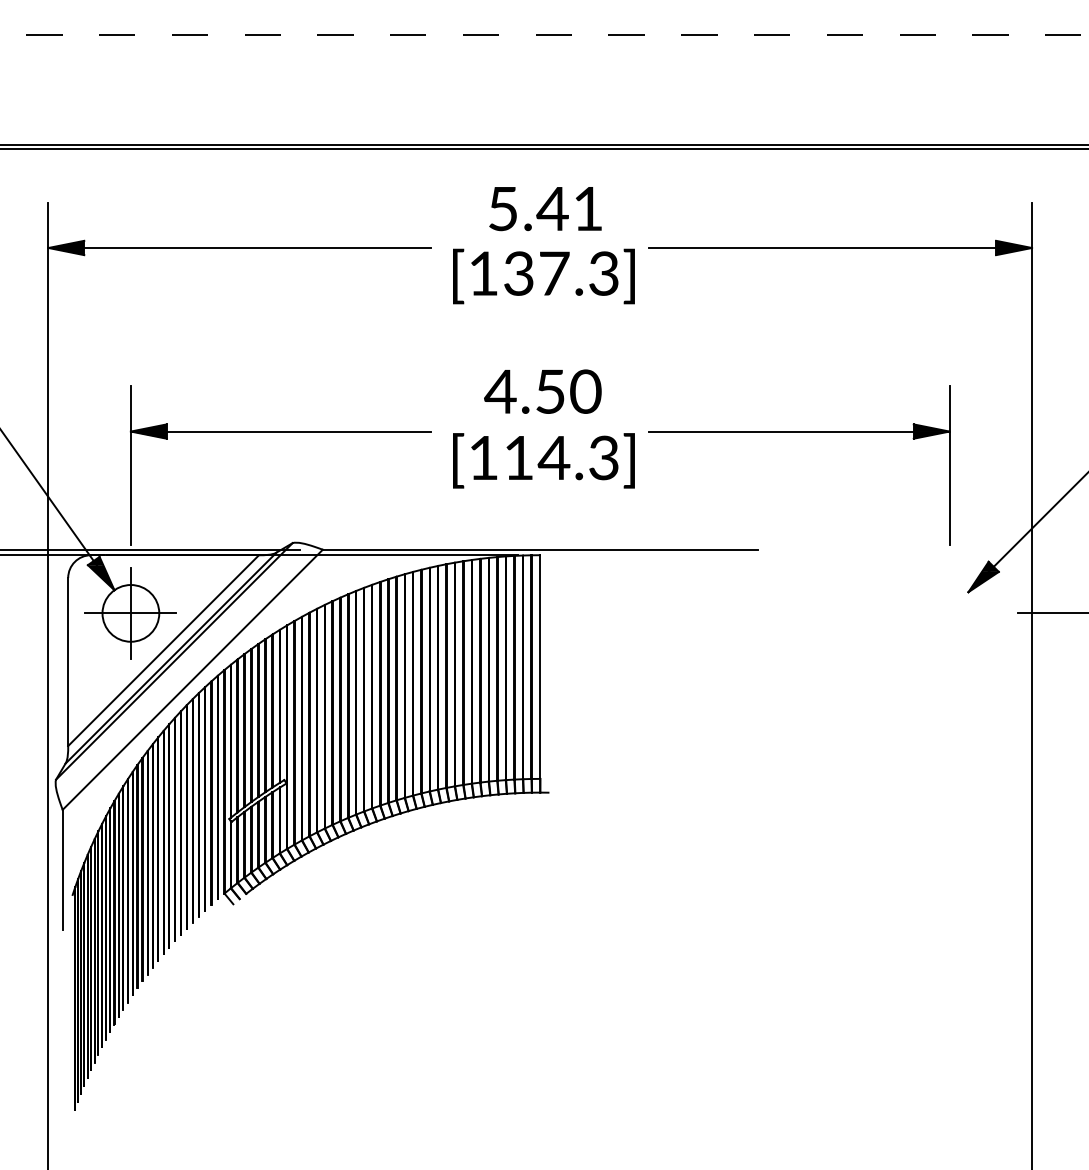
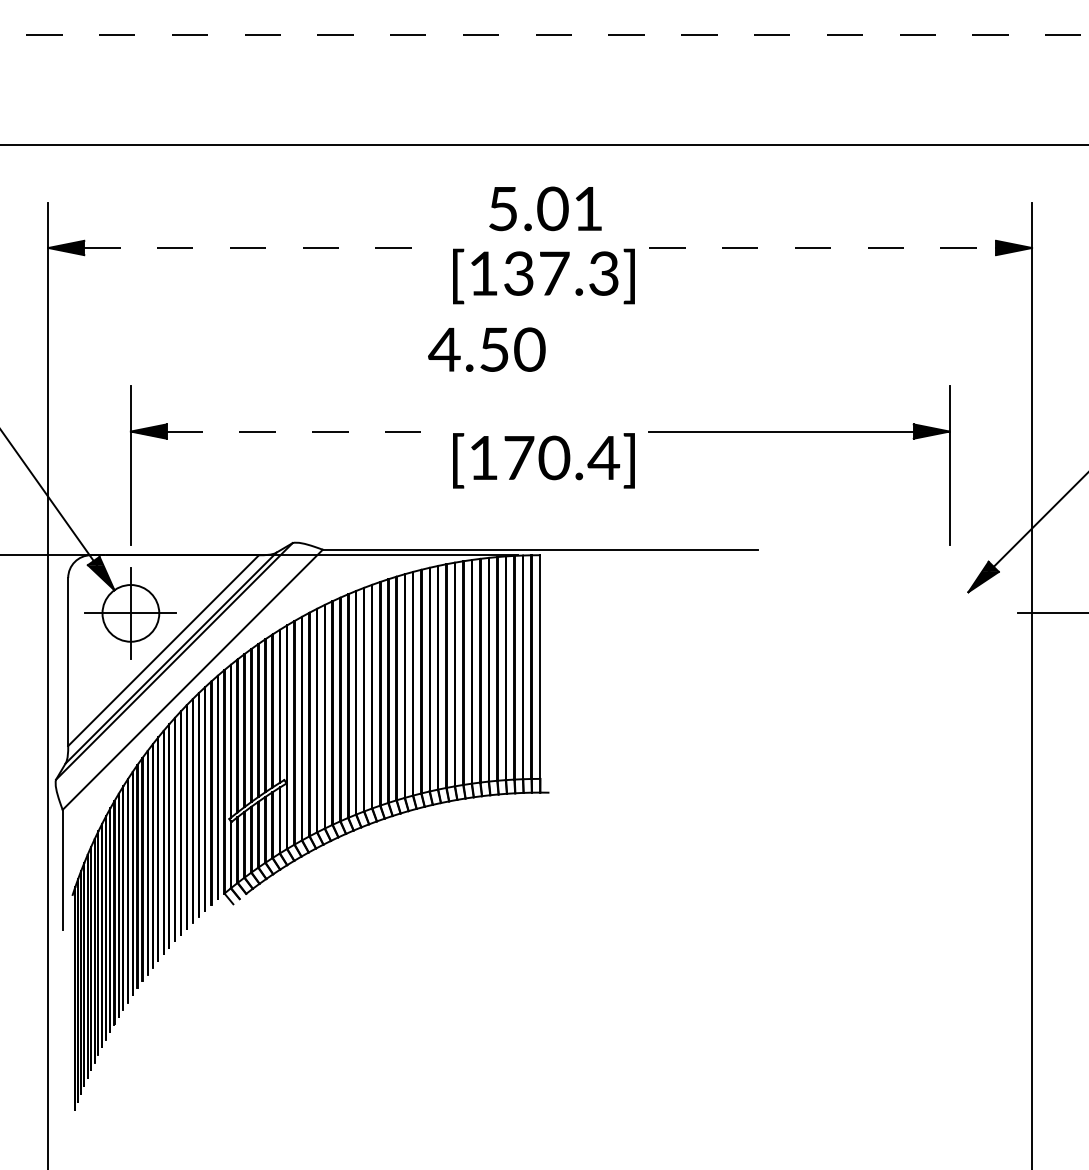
line at (543, 148): present -> none
text at (552, 208): 5.41 -> 5.01
line at (258, 248): solid -> dashed
line at (823, 248): solid -> dashed
text at (542, 391) position: (542, 391) -> (486, 349)
line at (299, 431): solid -> dashed
text at (562, 457): [114.3] -> [170.4]
line at (151, 549): present -> none
